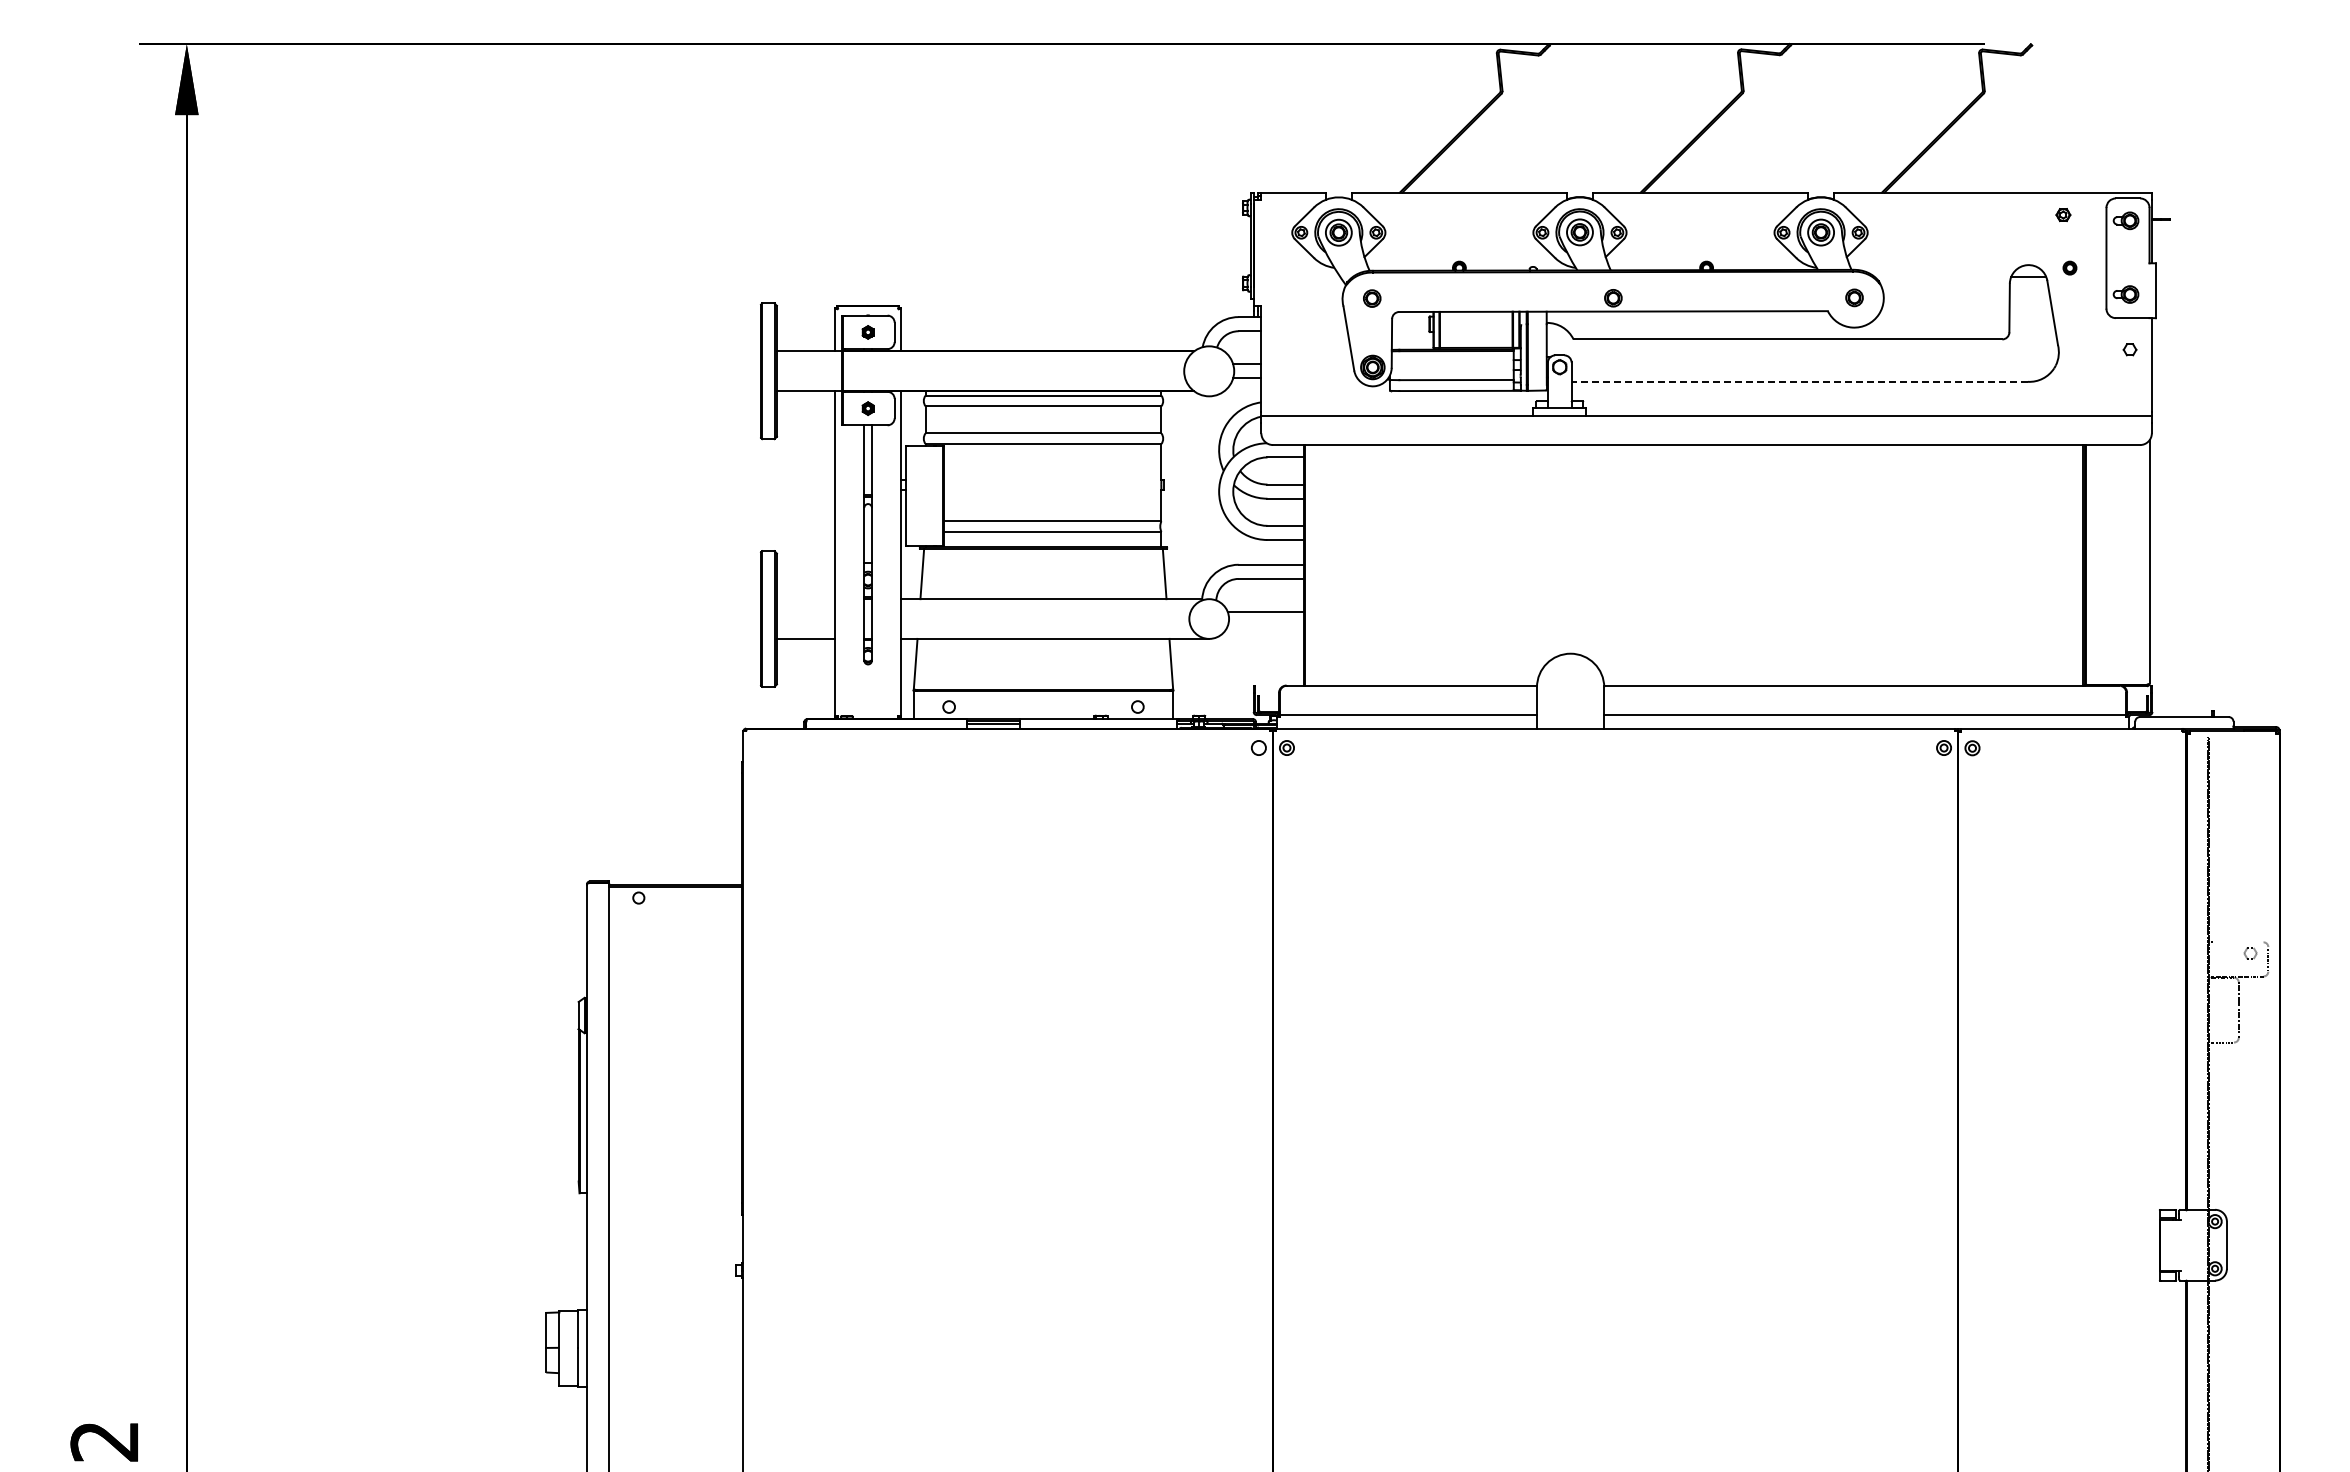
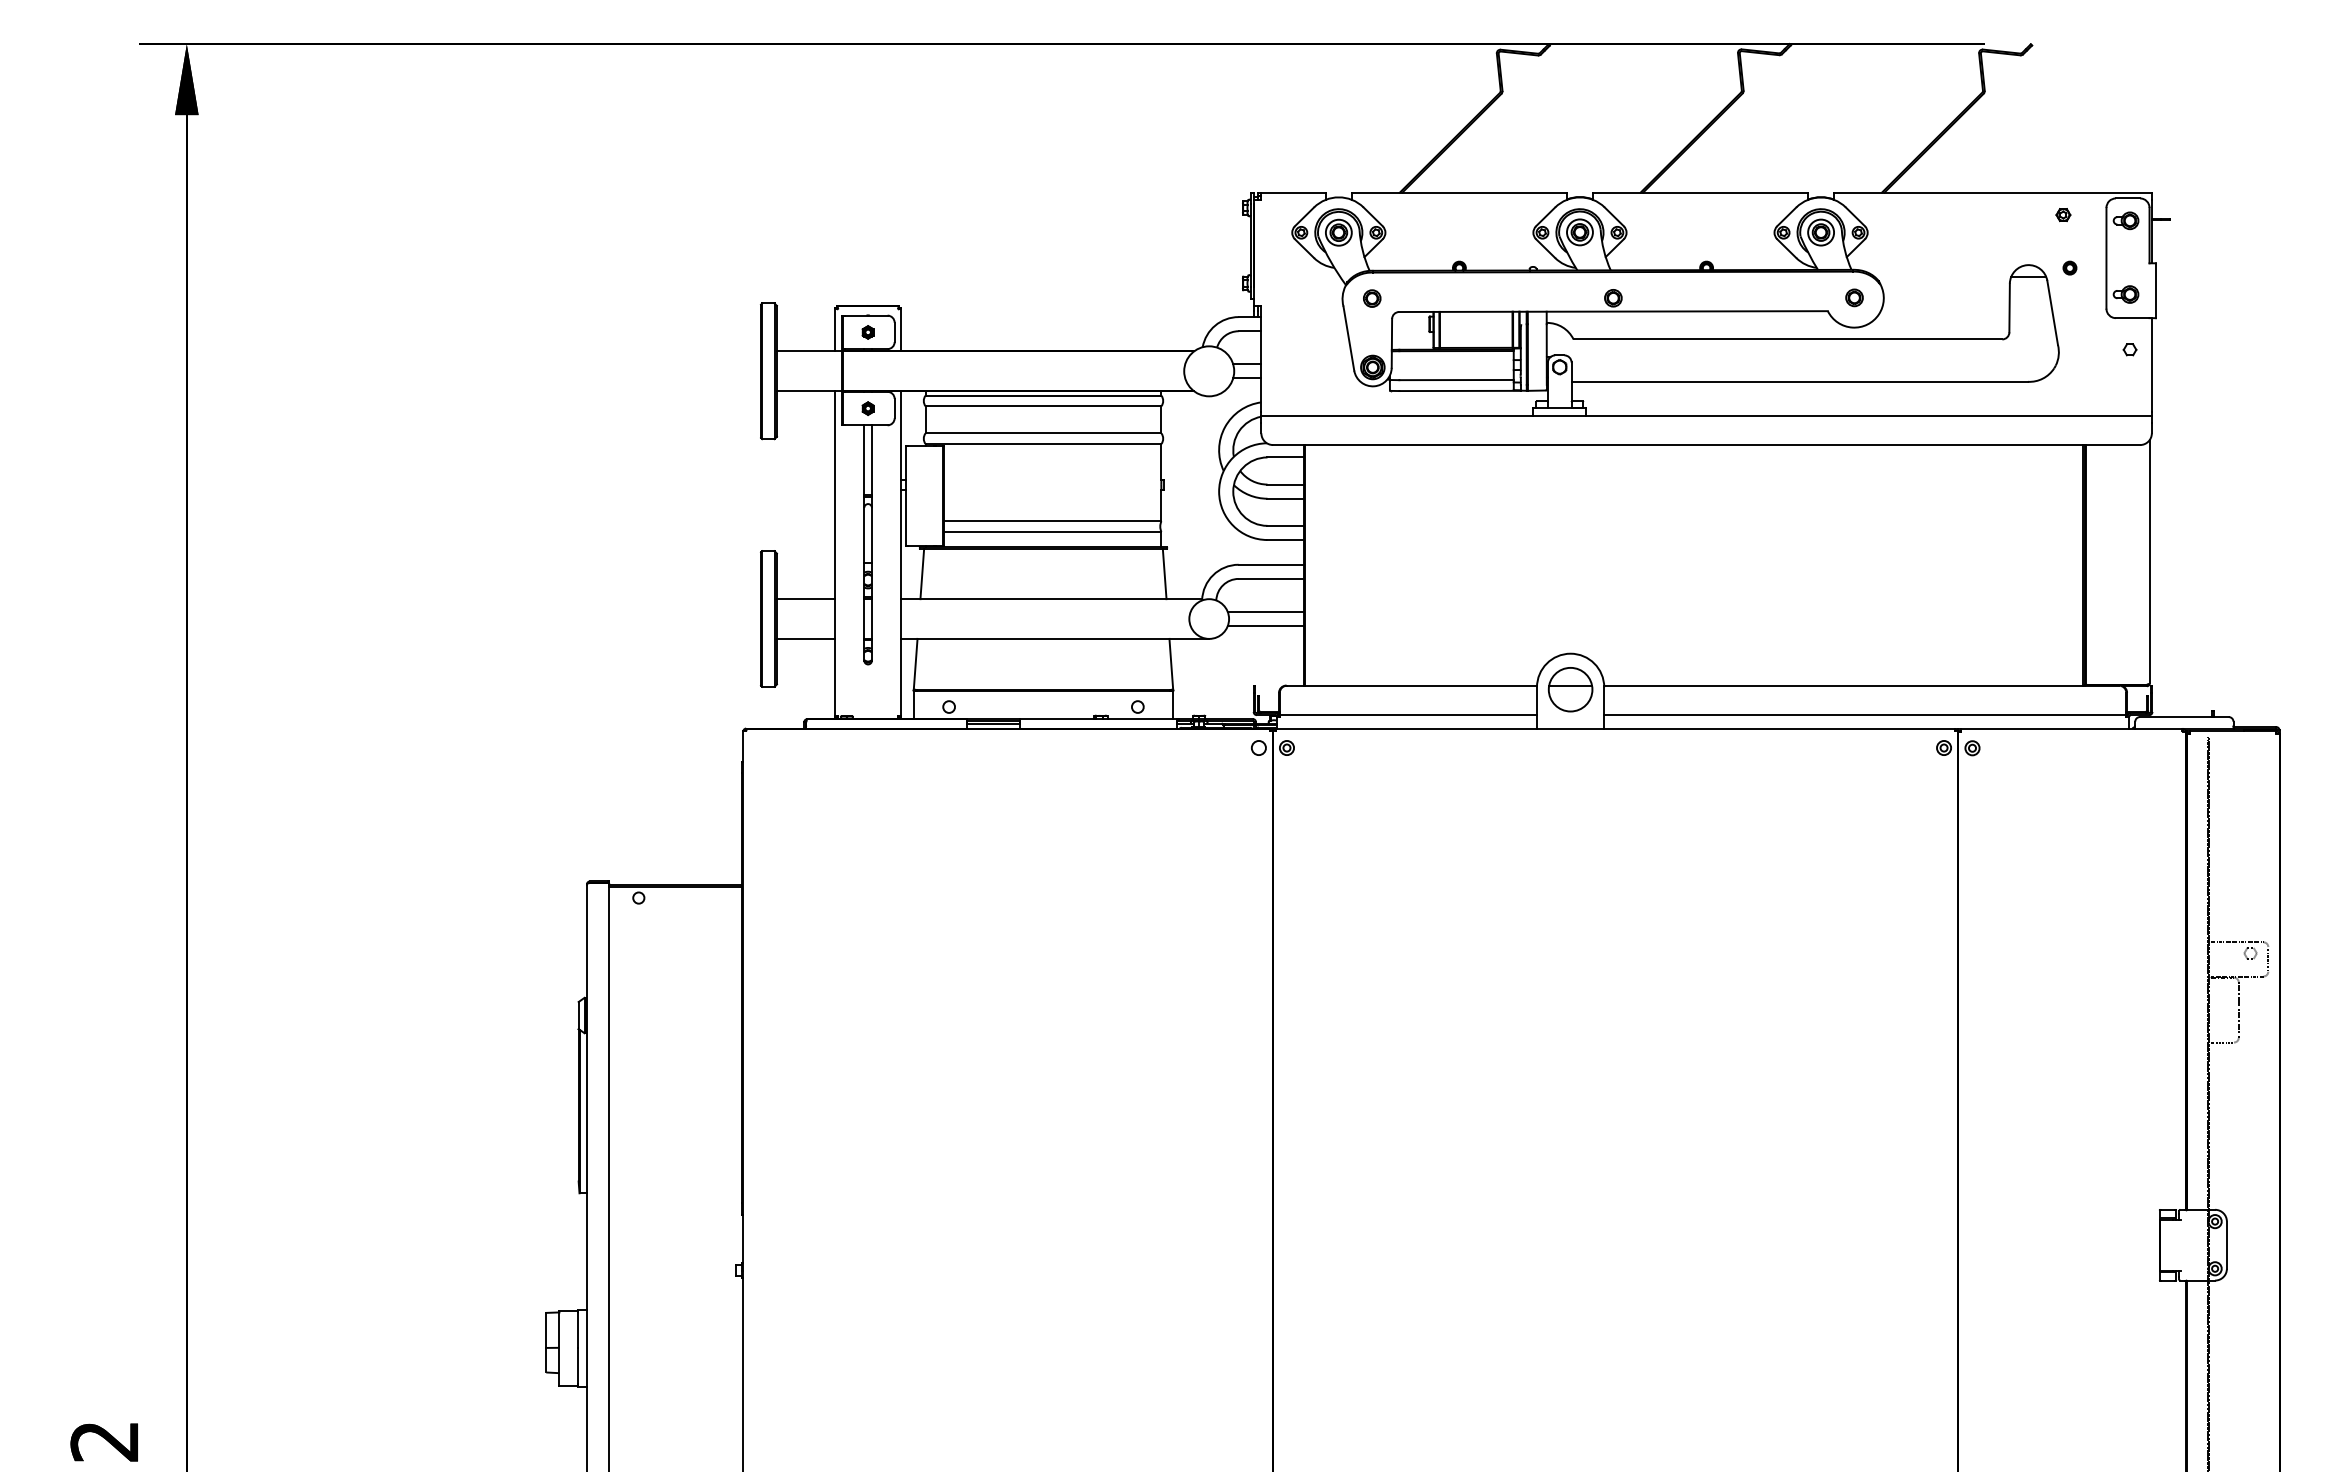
line at (1799, 381): dashed -> solid
line at (805, 599): none -> present
line at (1265, 626): none -> present
part at (1570, 689): none -> present
line at (2237, 942): none -> present
